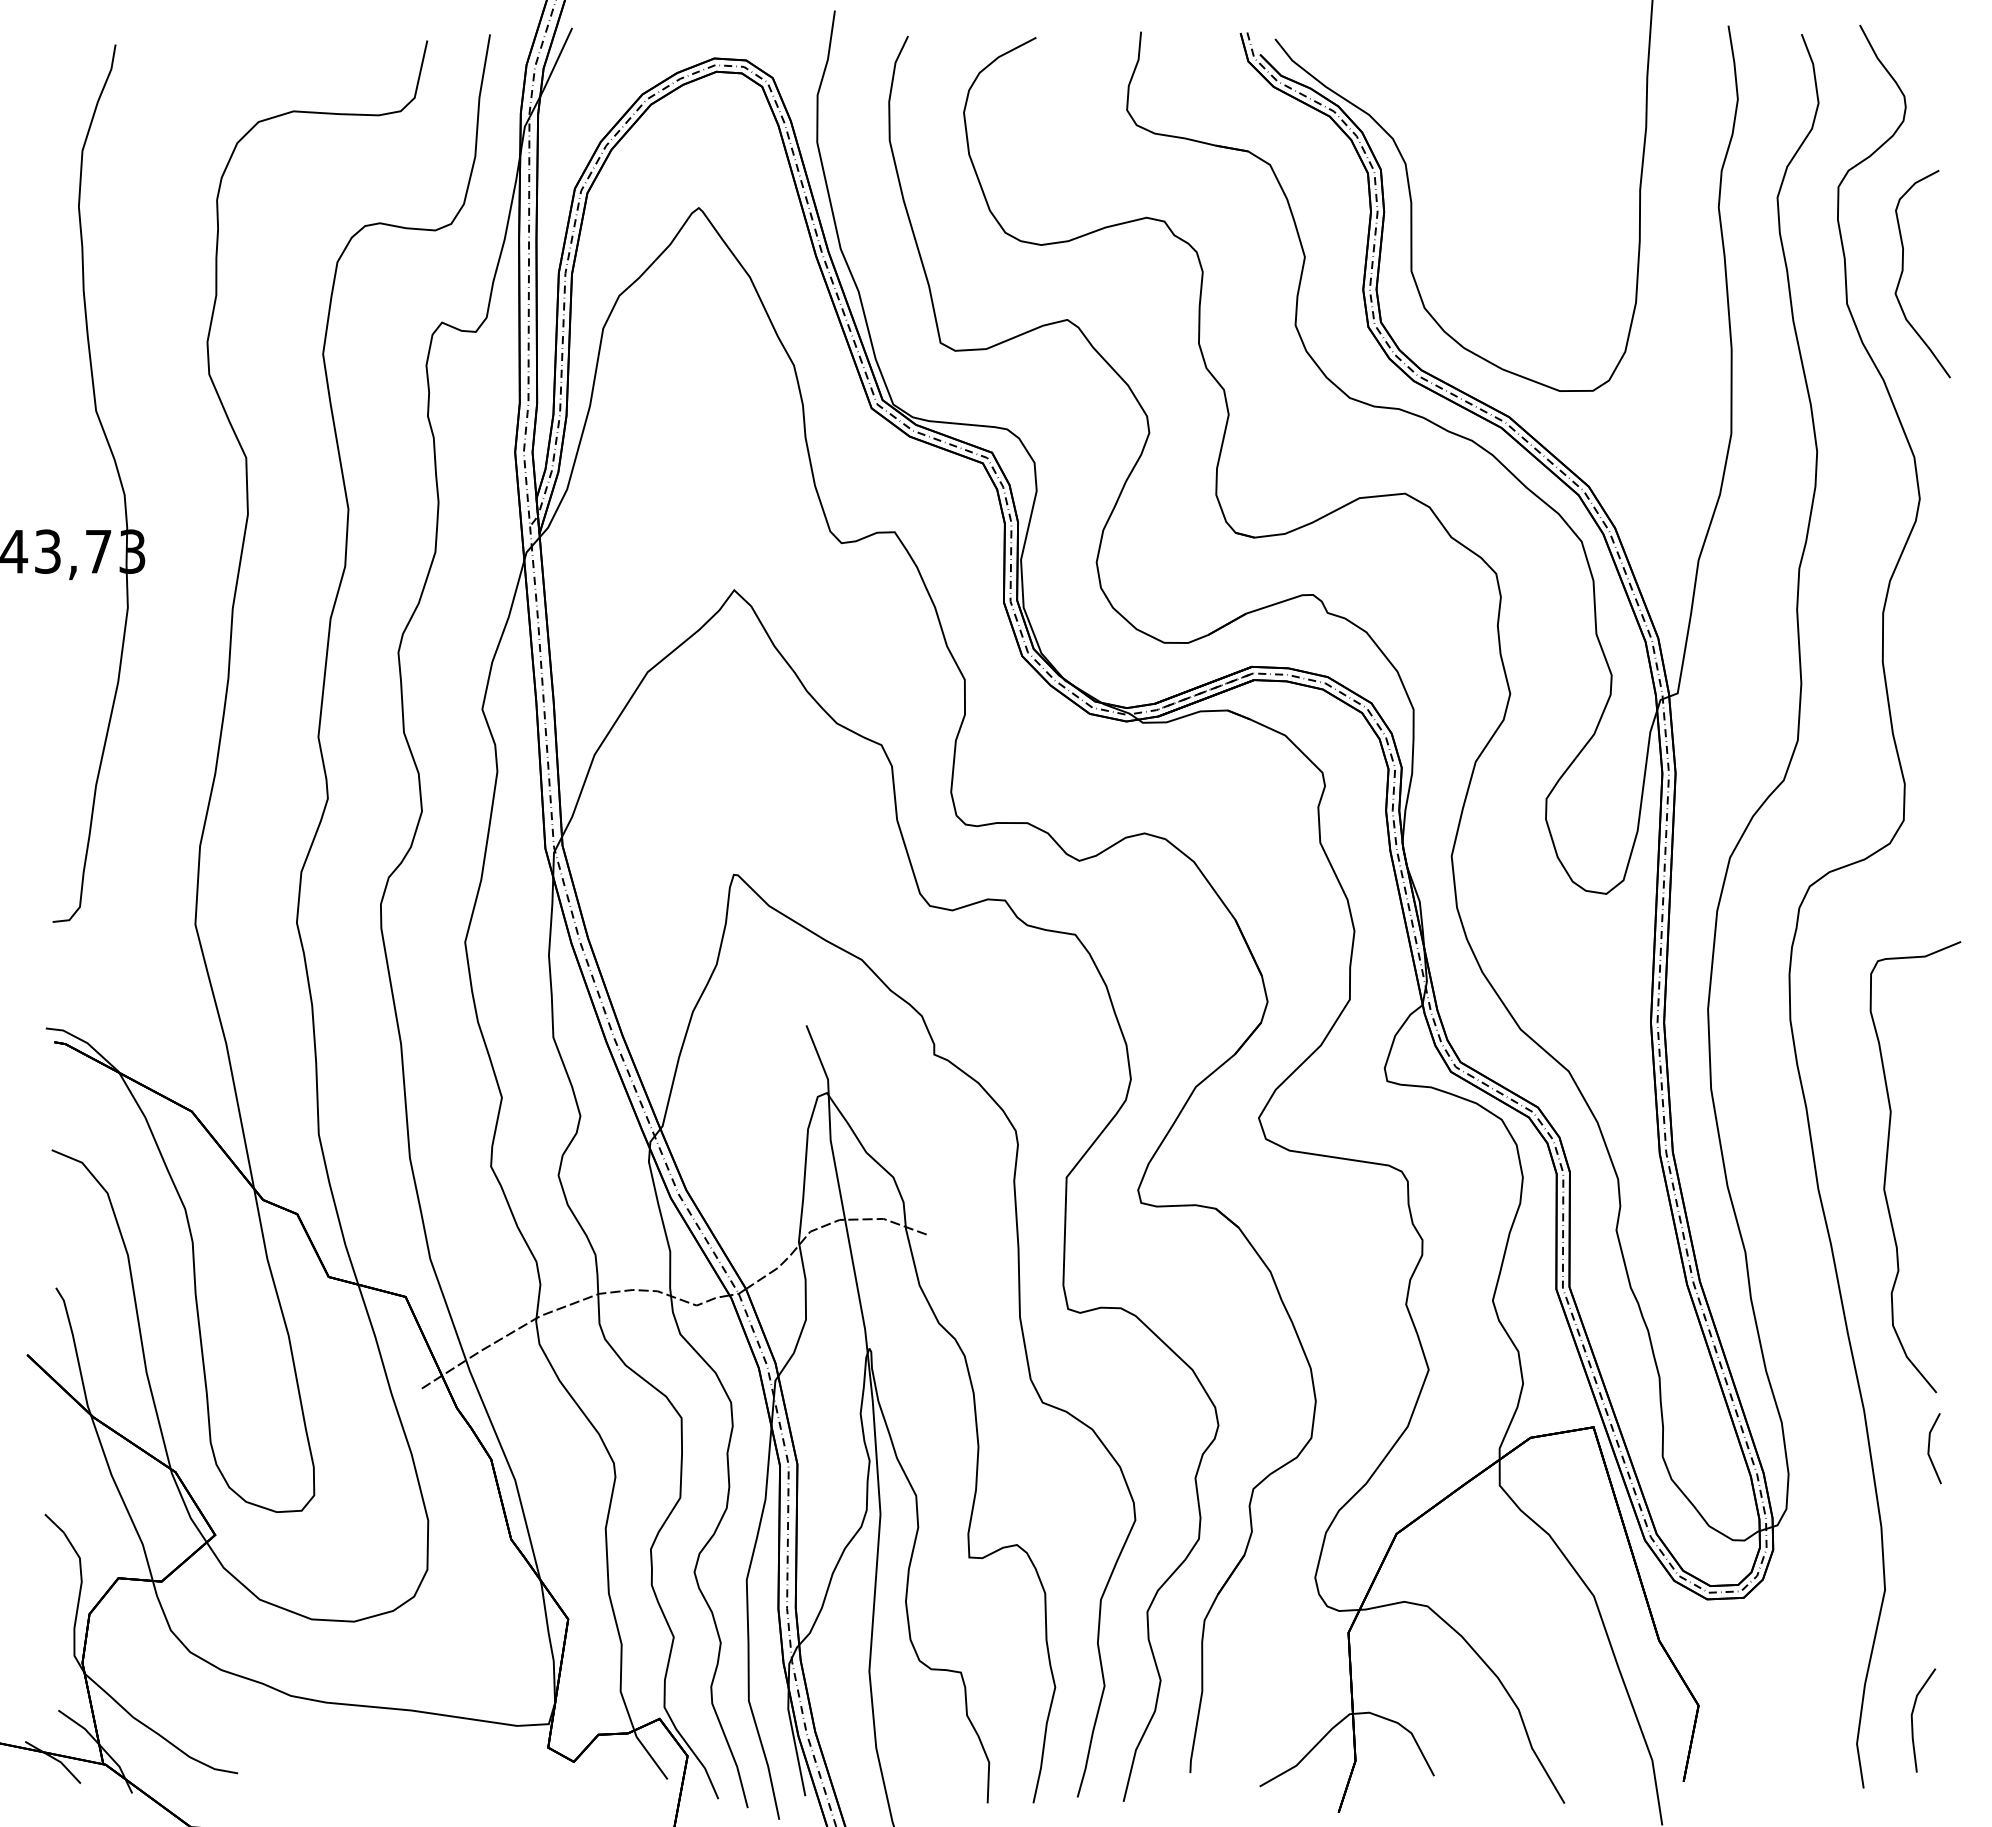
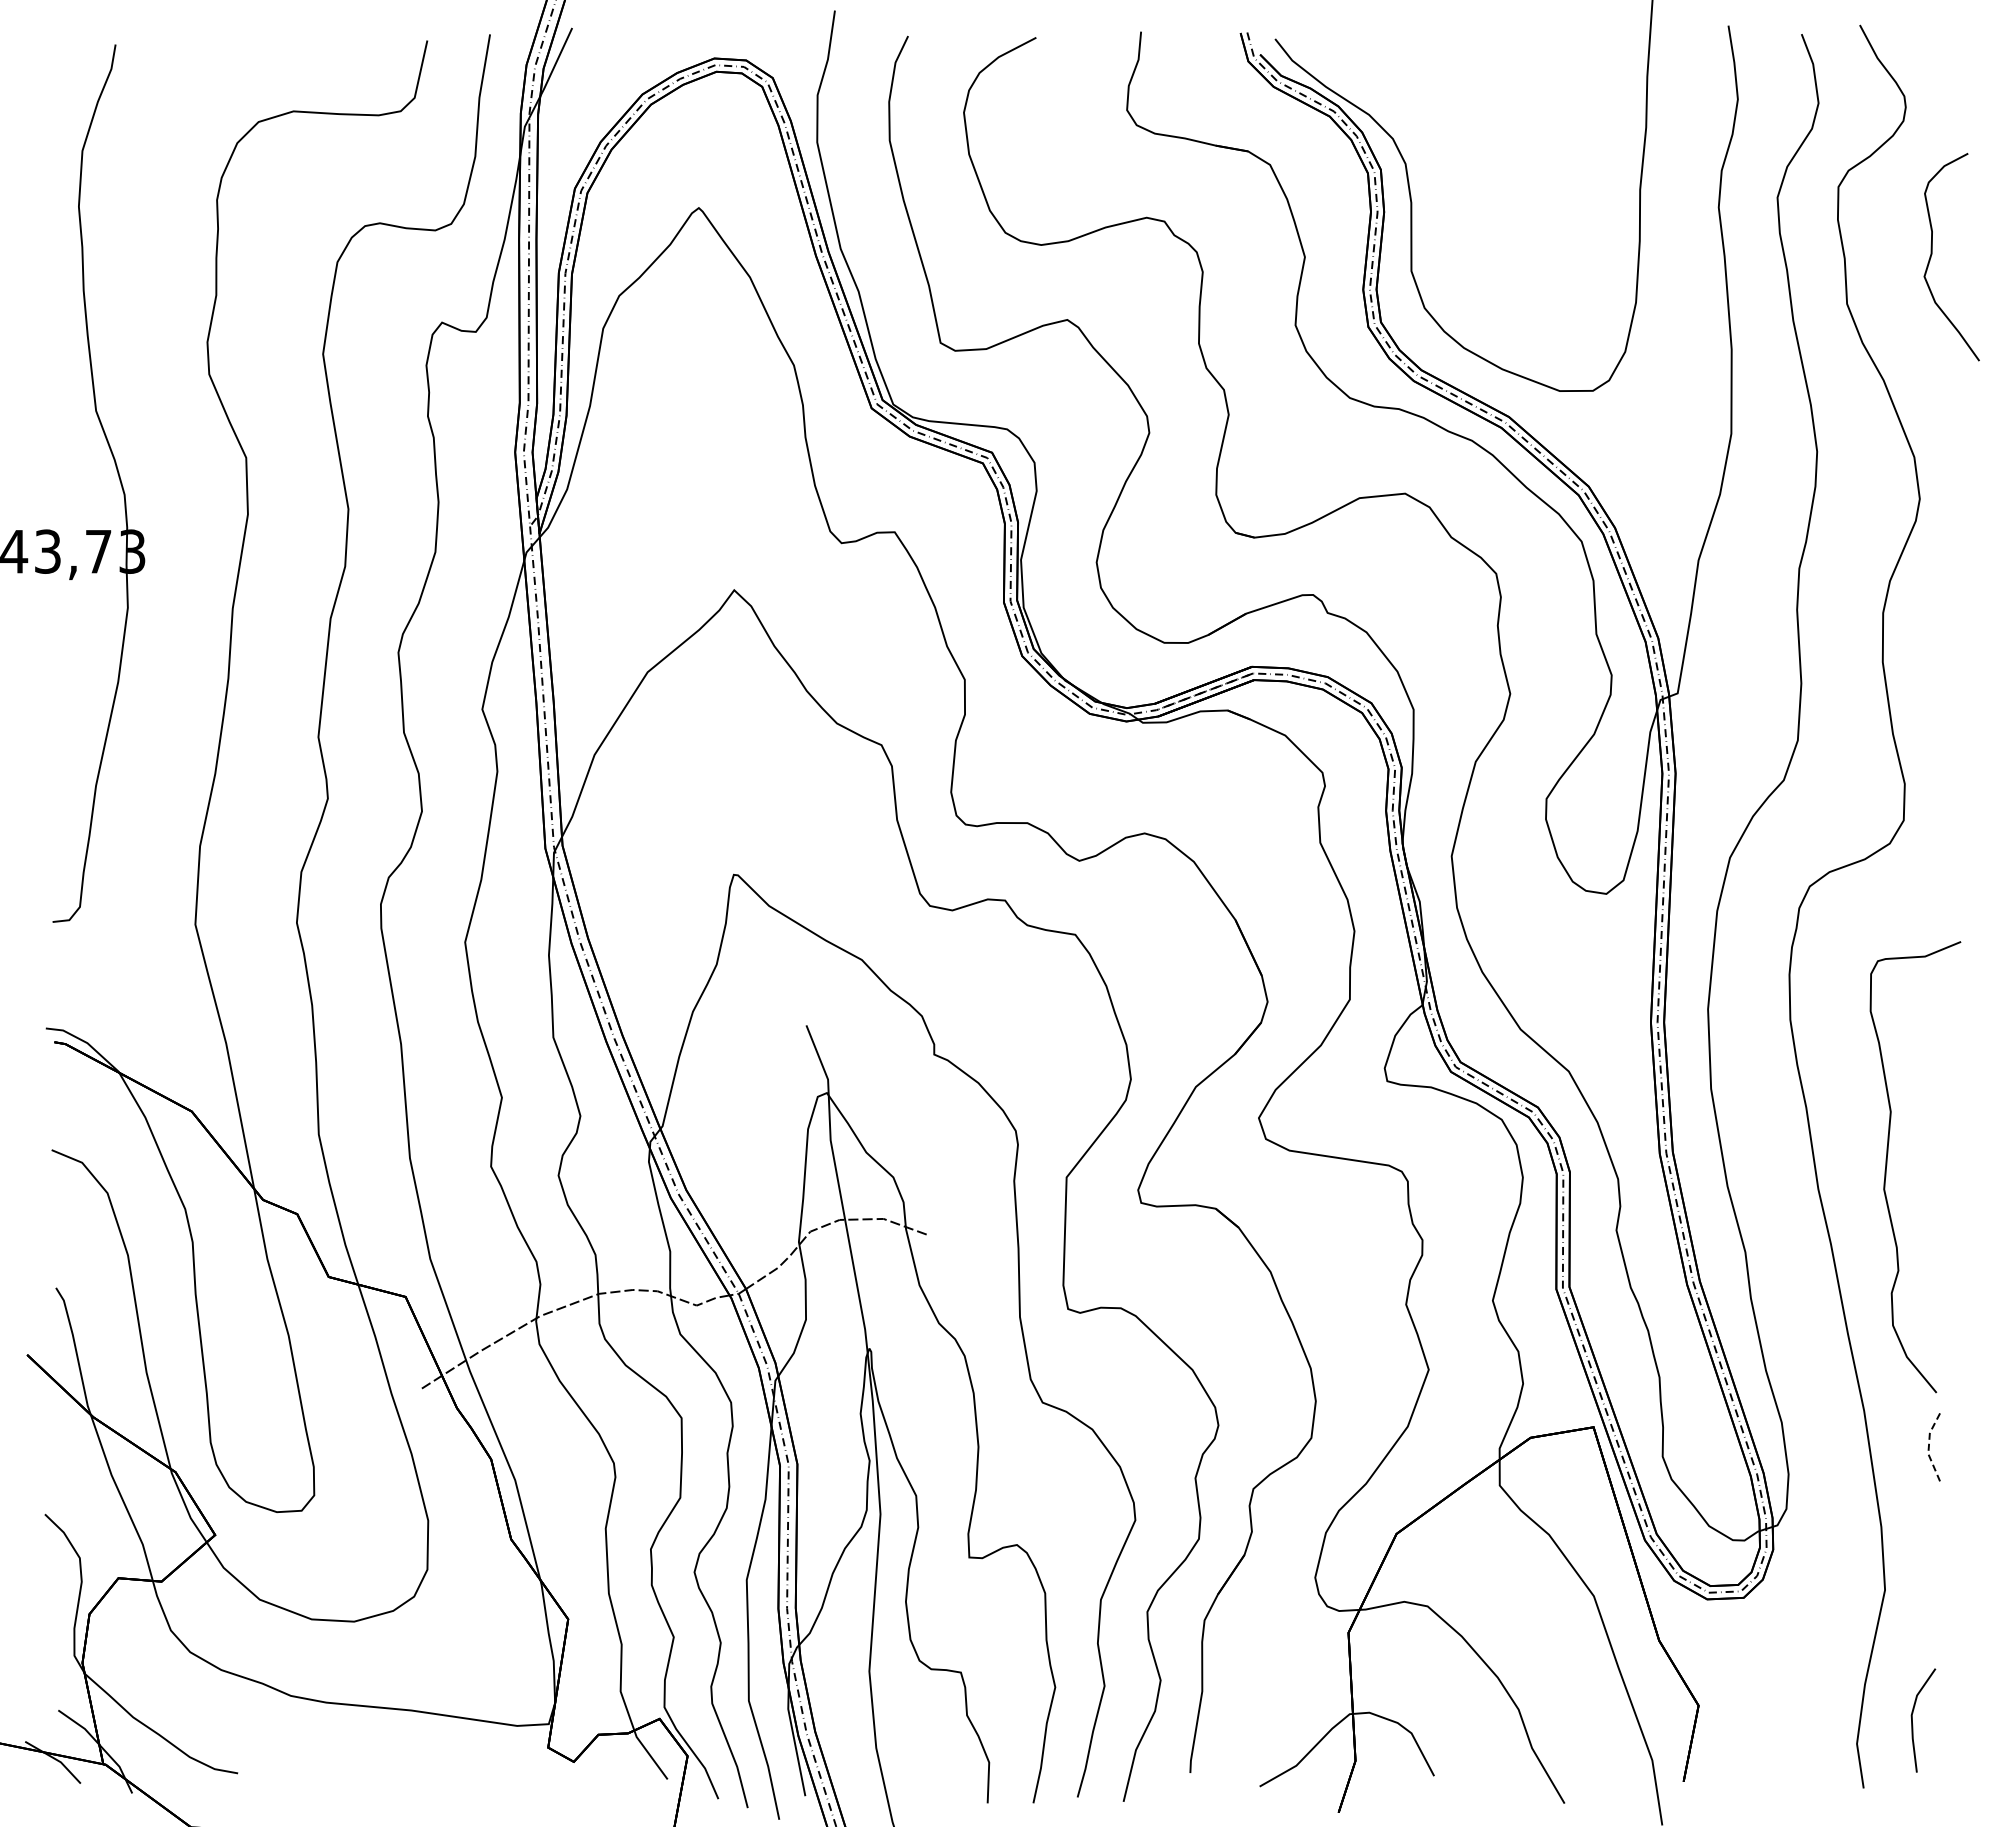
curve at (1903, 271) position: (1903, 271) -> (1932, 254)
line at (1928, 1448): solid -> dashed
